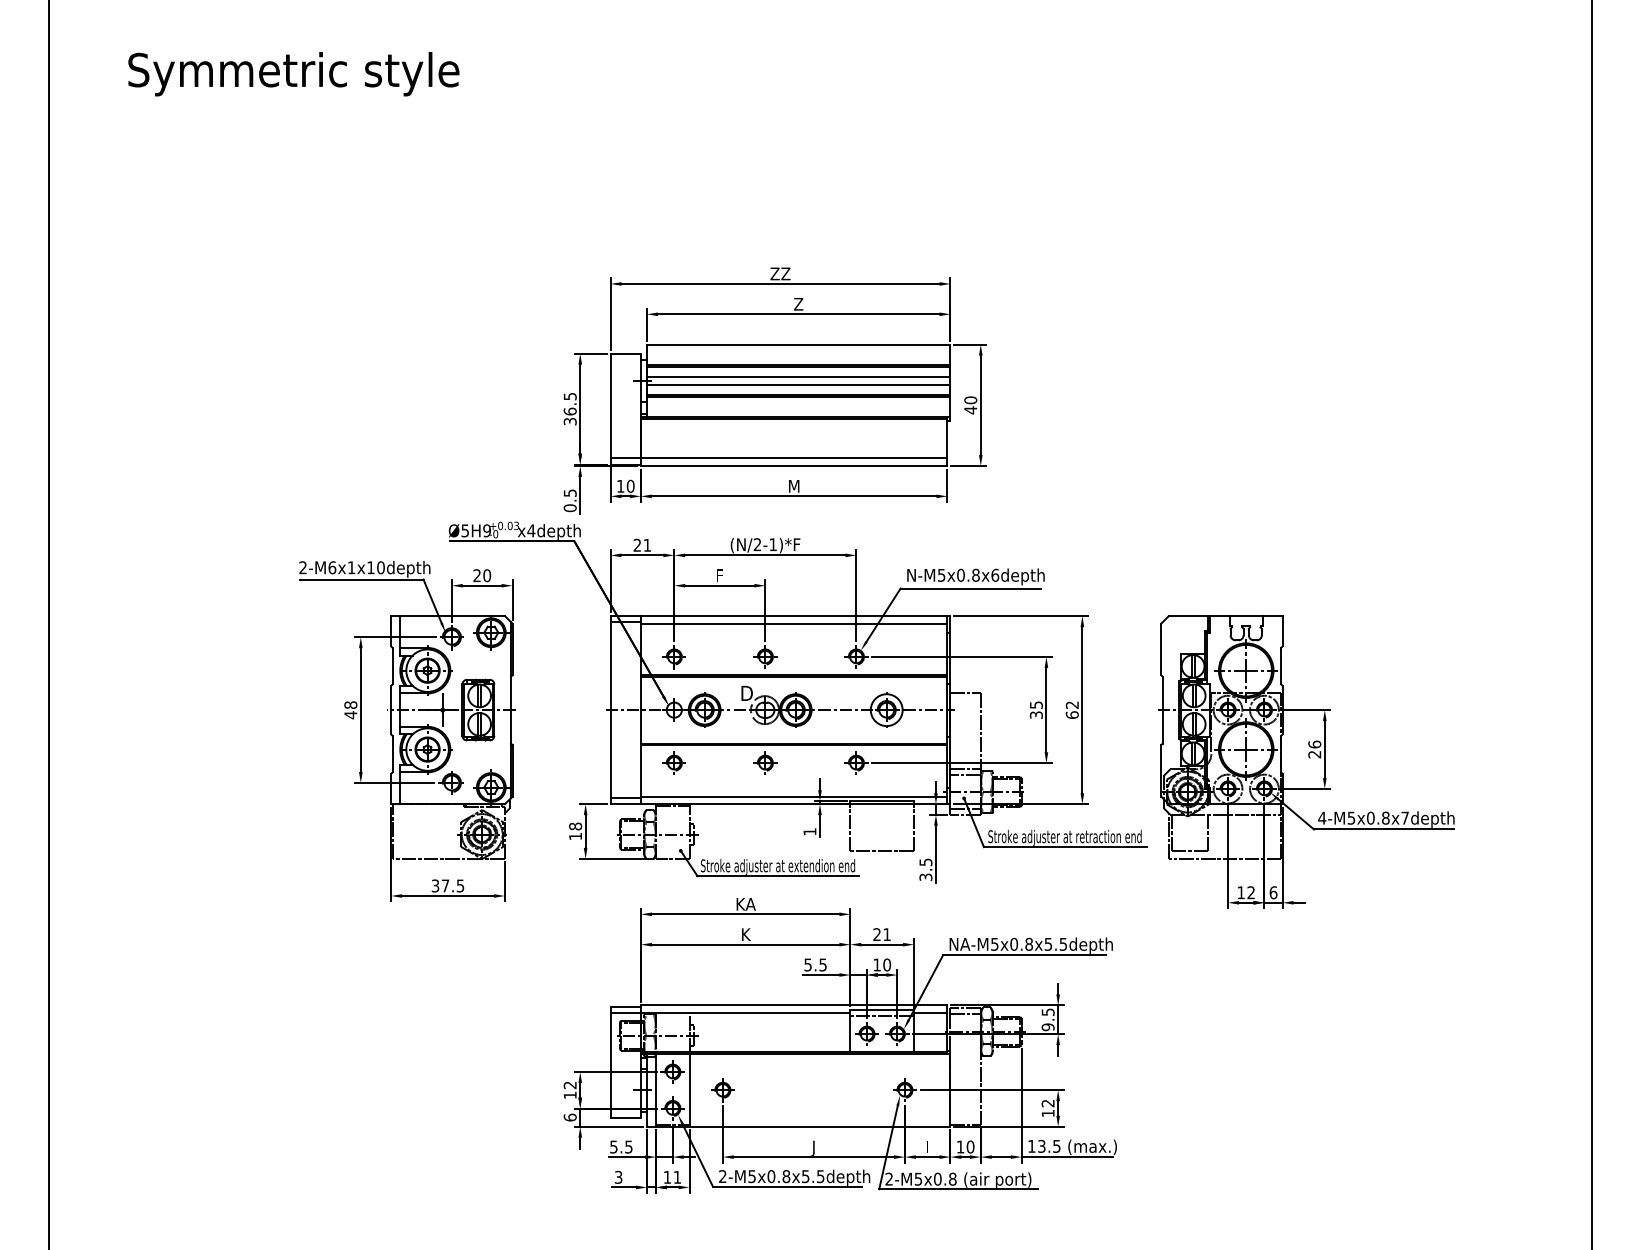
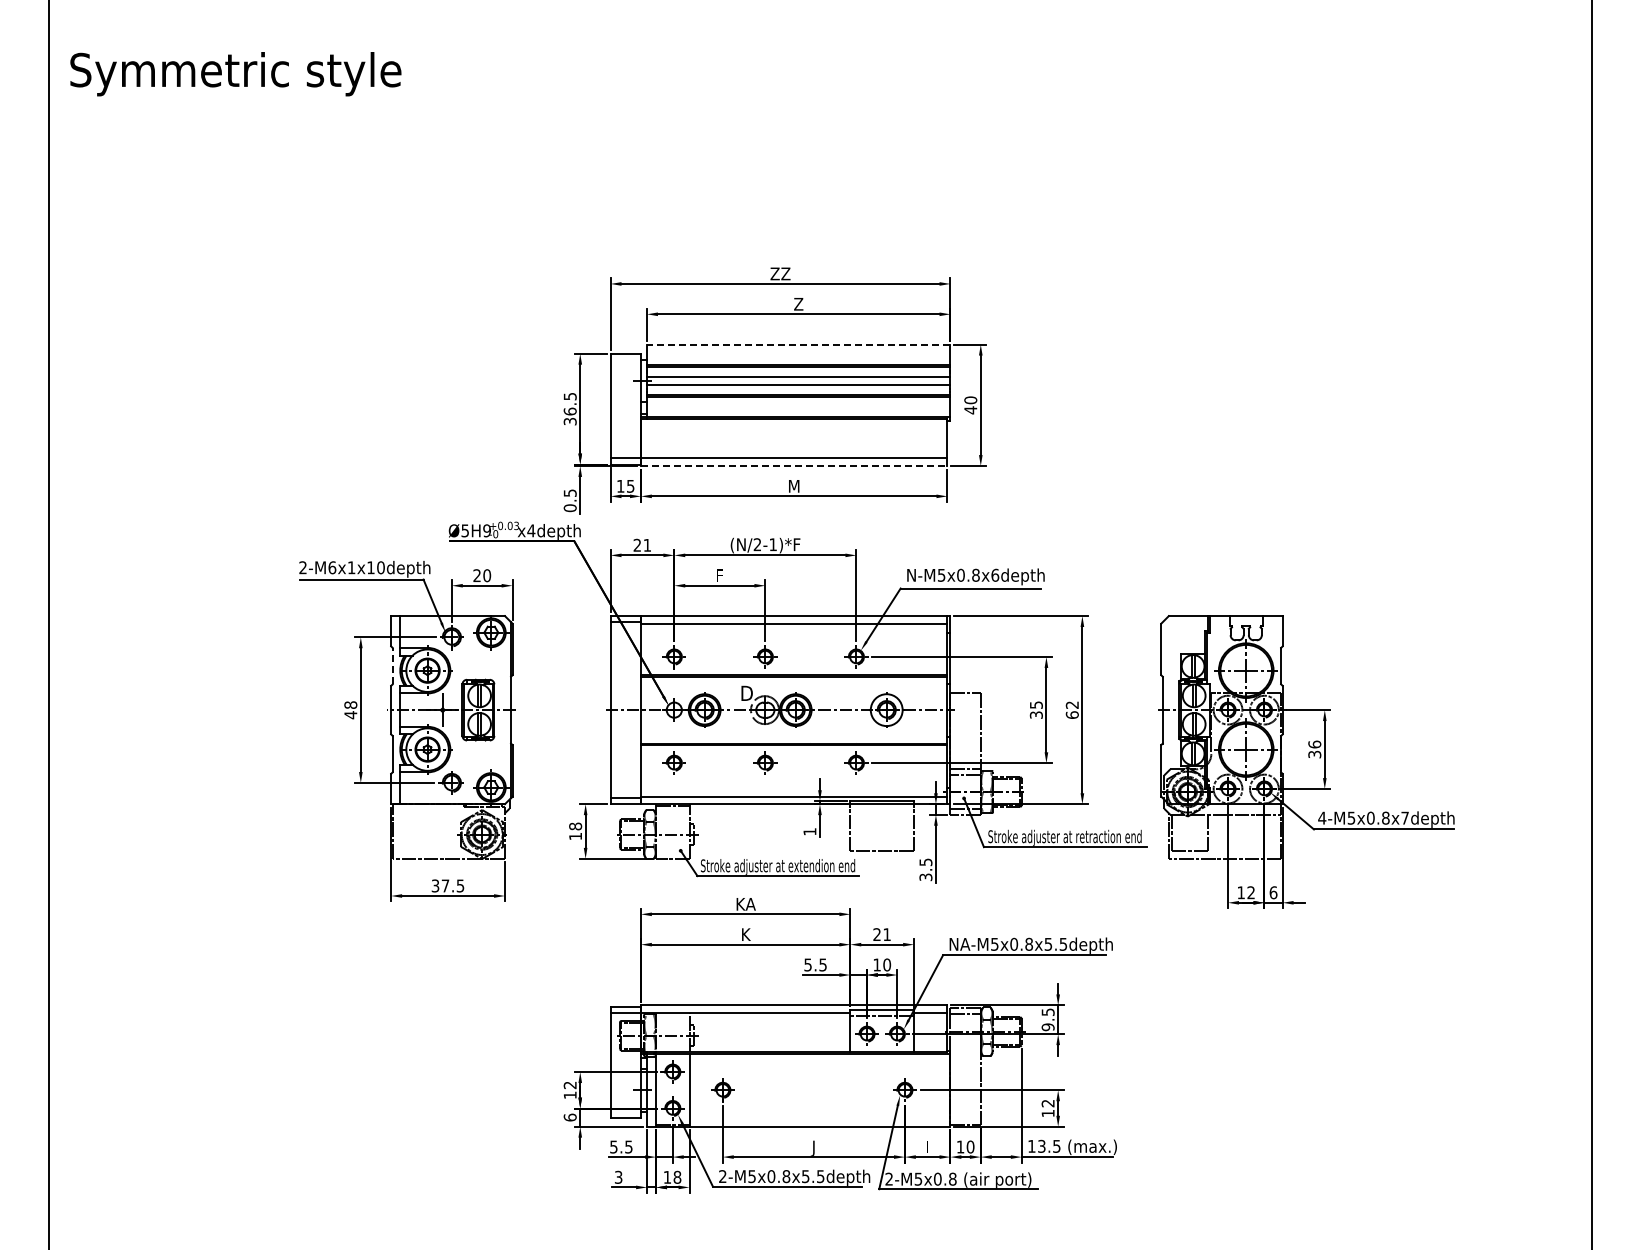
text at (293, 74) position: (293, 74) -> (235, 74)
line at (798, 344): solid -> dashed
line at (794, 466): solid -> dashed
text at (630, 485): 10 -> 15
line at (392, 665): solid -> dashed
text at (1314, 754): 26 -> 36
text at (677, 1176): 11 -> 18
